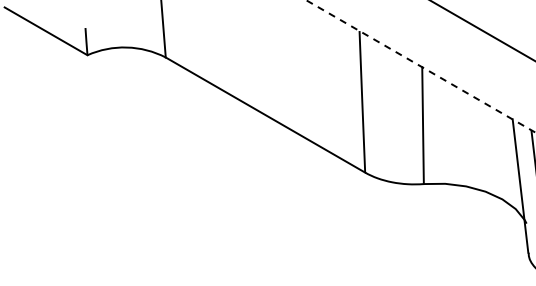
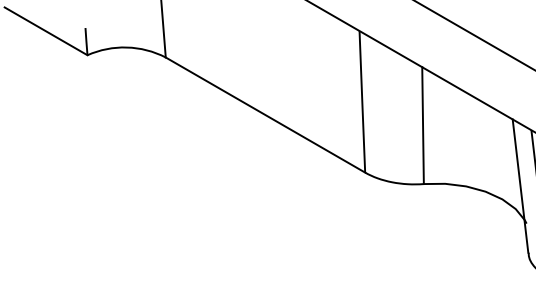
line at (482, 30) position: (482, 30) -> (474, 35)
line at (420, 66): dashed -> solid
